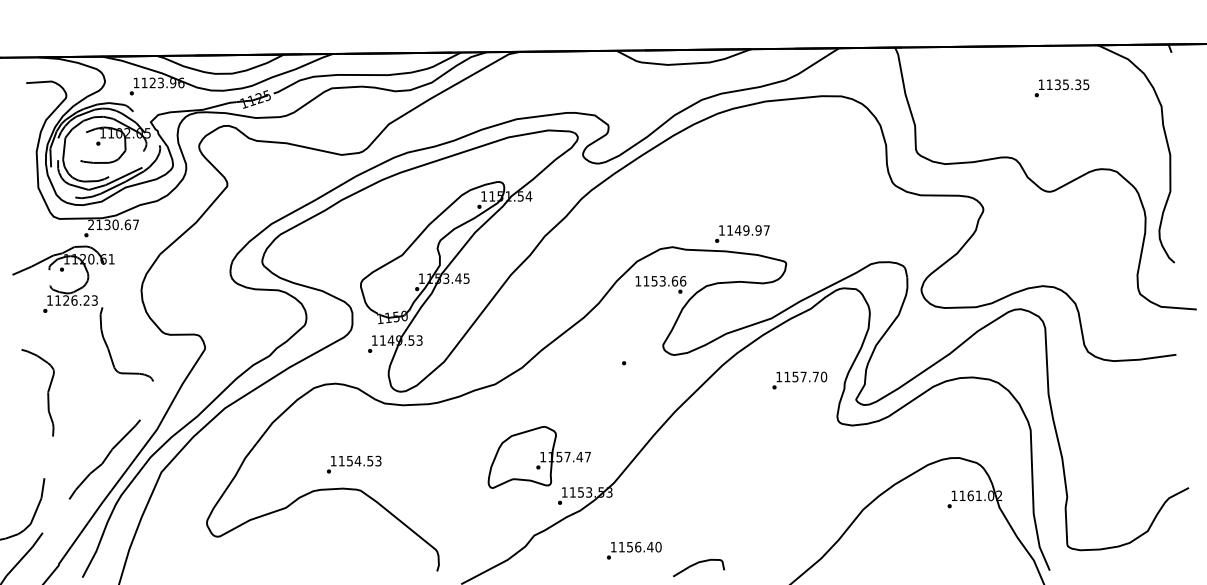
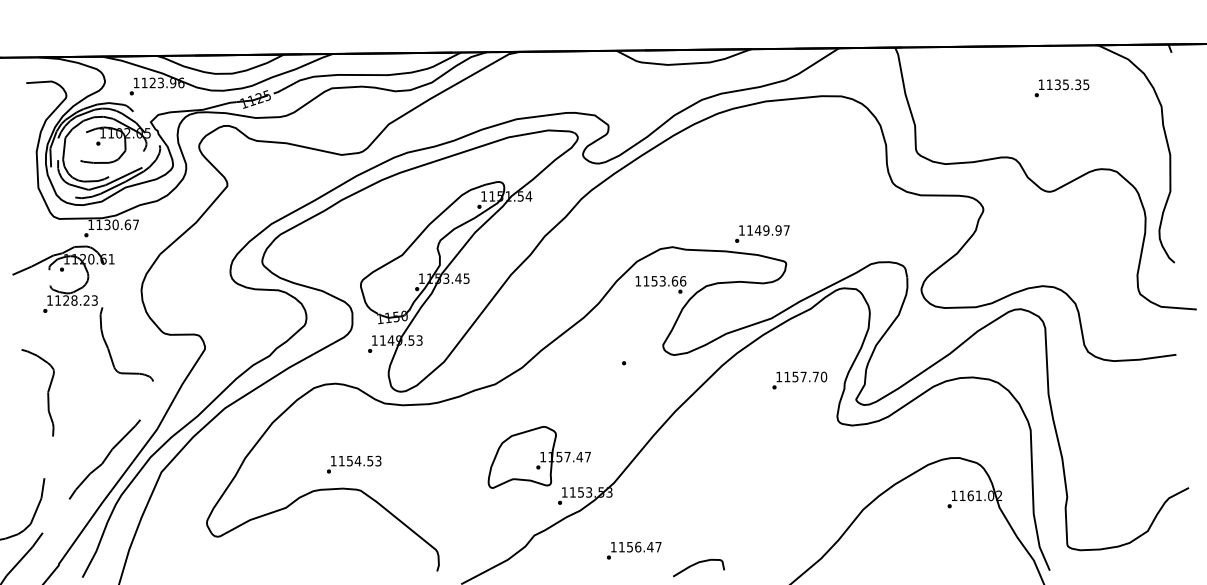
text at (91, 224): 2130.67 -> 1130.67
text at (742, 233) position: (742, 233) -> (762, 233)
text at (74, 300): 1126.23 -> 1128.23
text at (658, 546): 1156.40 -> 1156.47
